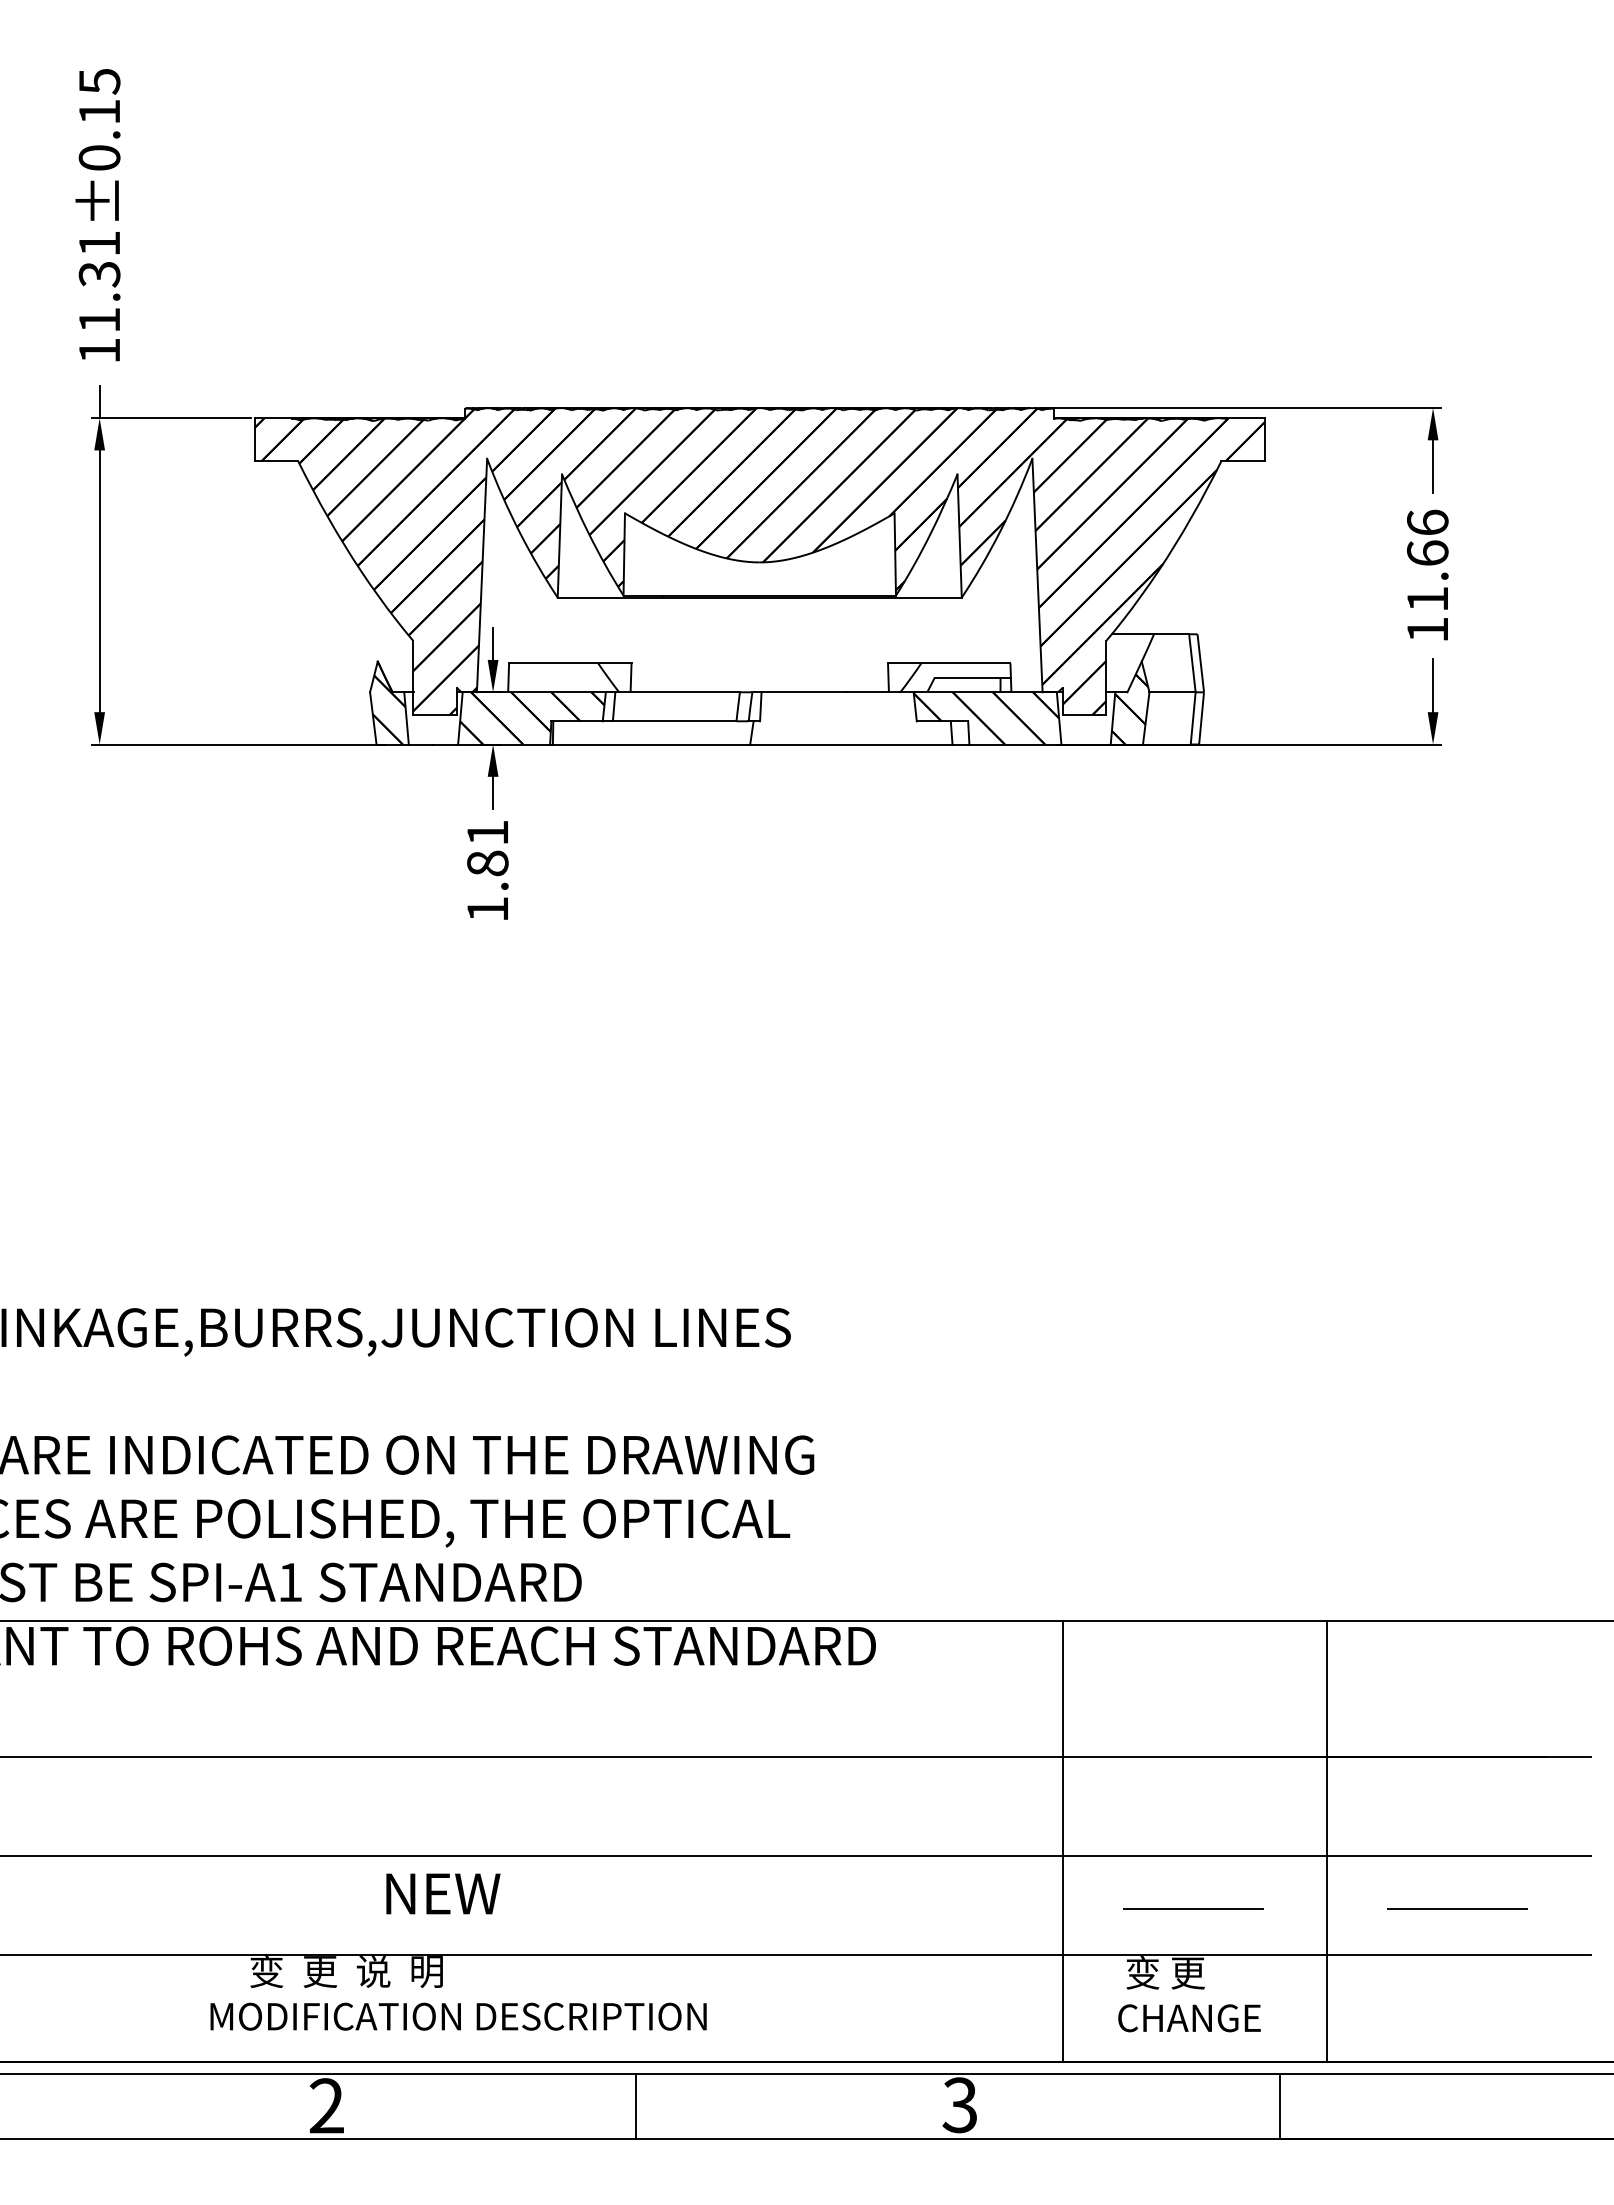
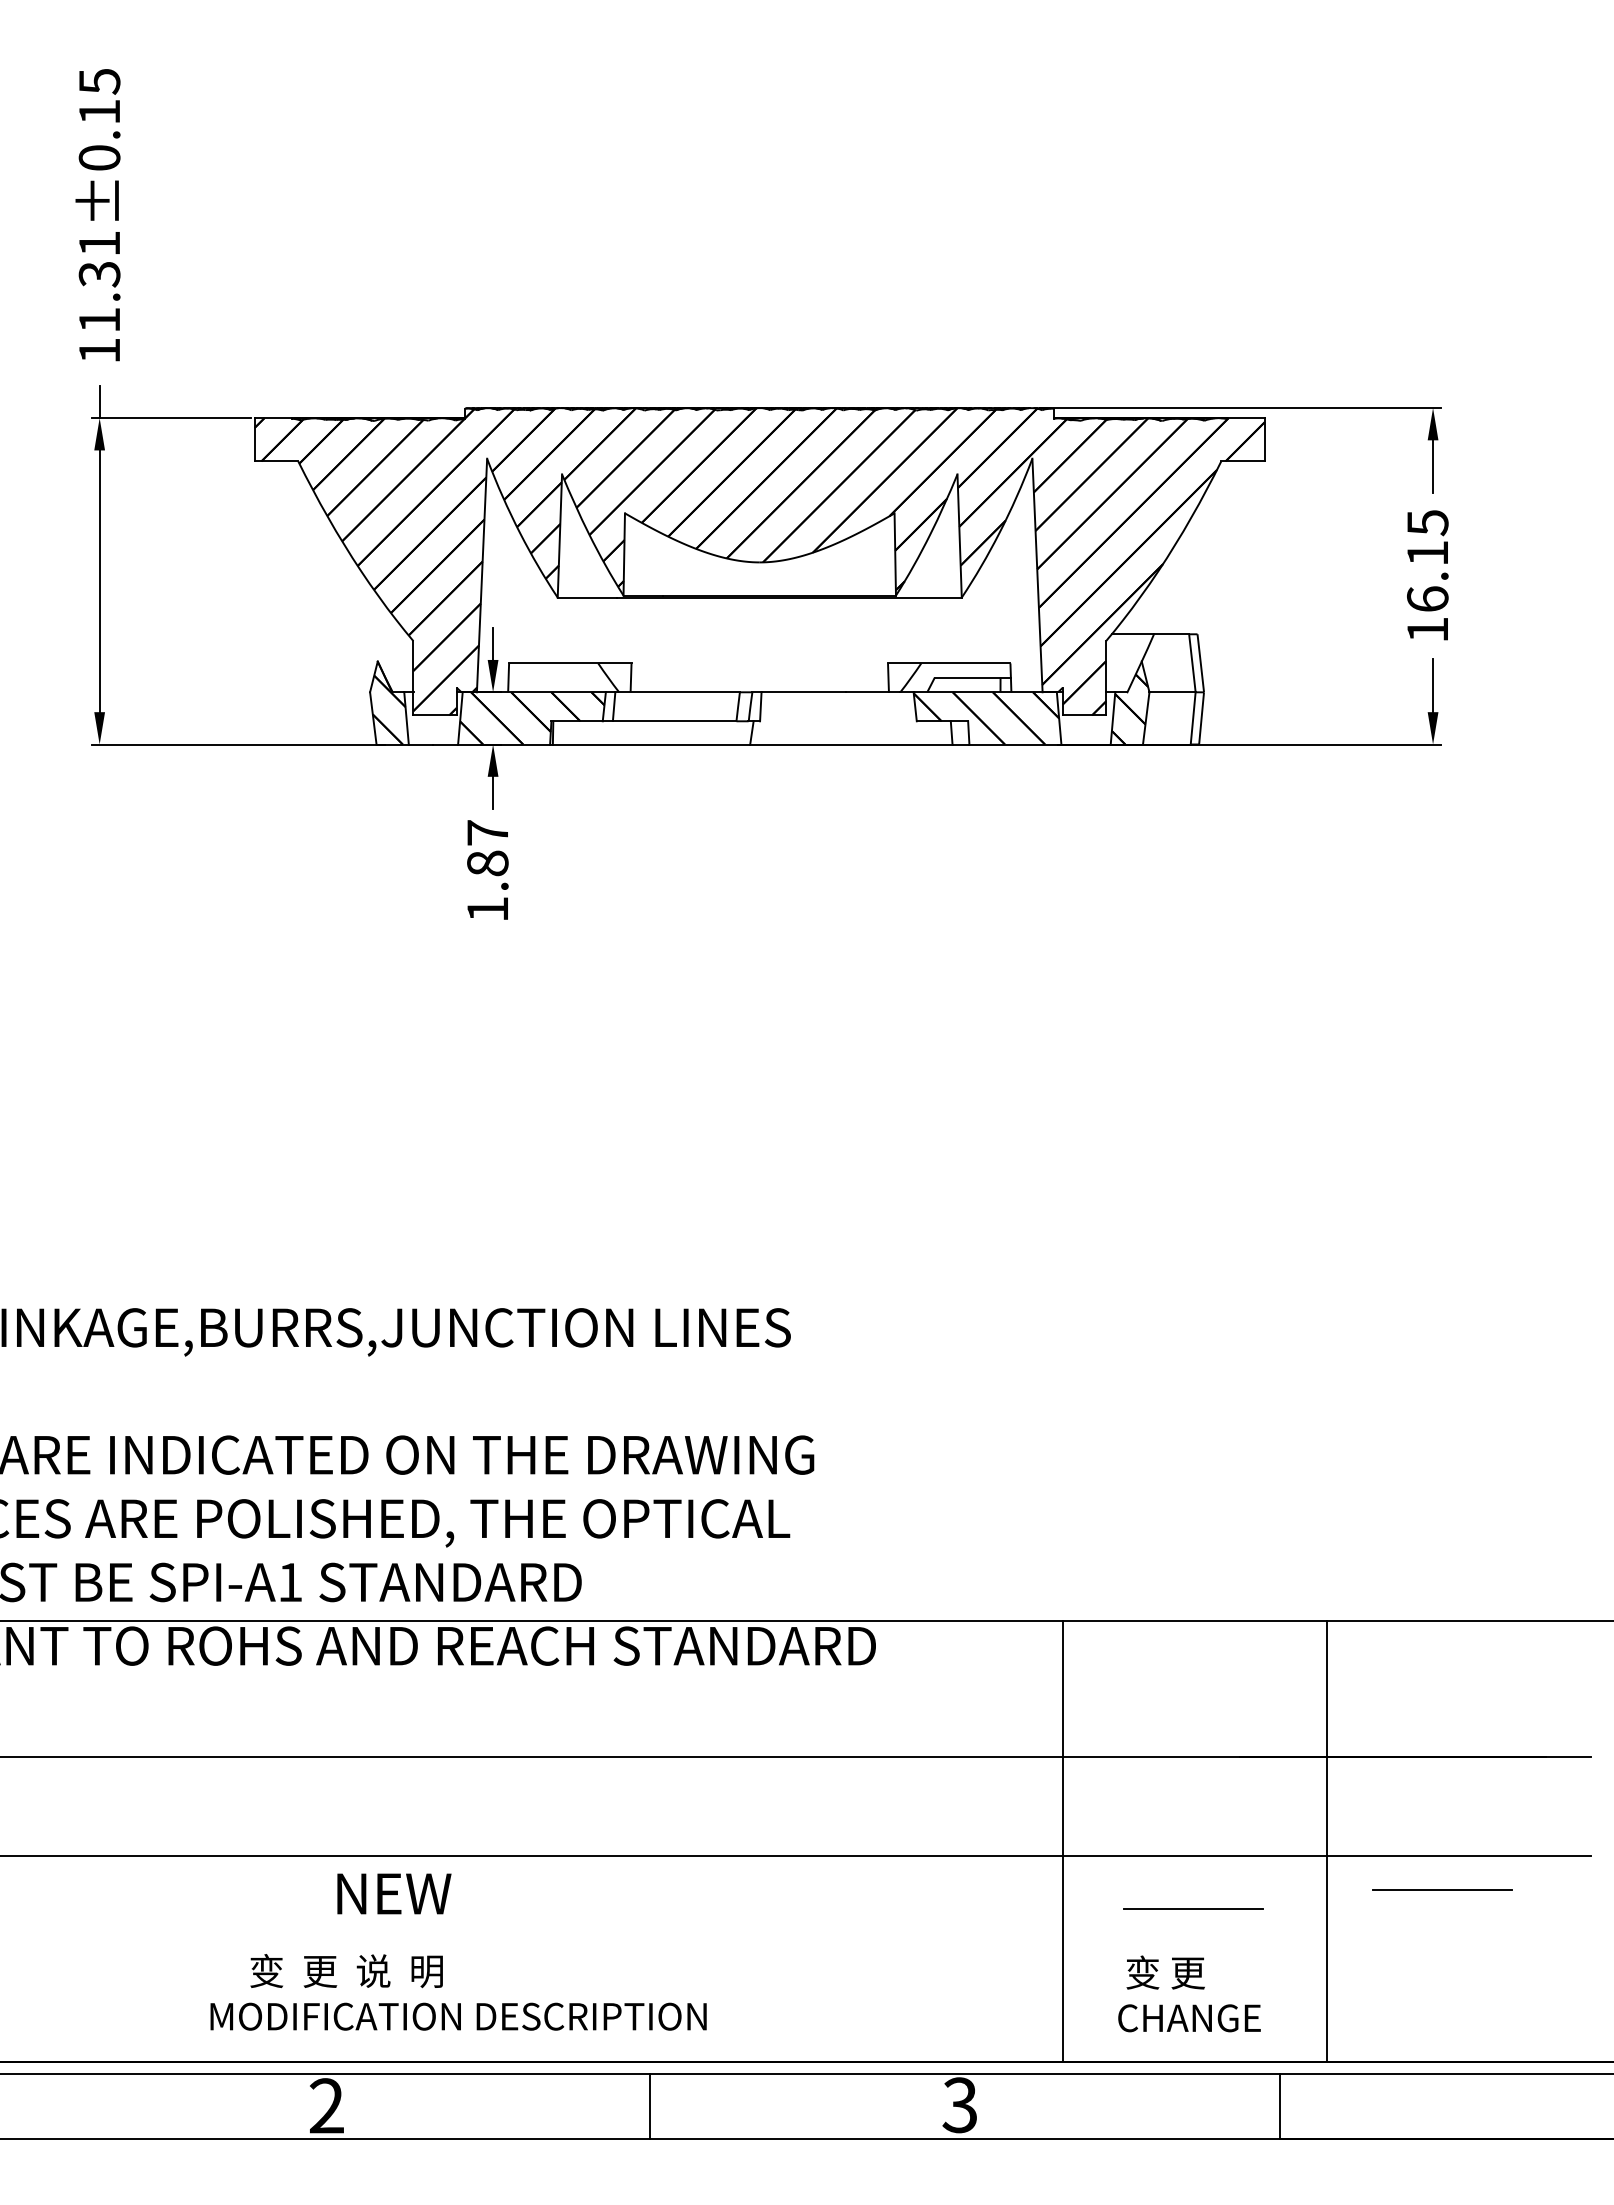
text at (1427, 560): 11.66 -> 16.15
text at (487, 832): 1.81 -> 1.87
text at (443, 1893) position: (443, 1893) -> (394, 1893)
line at (1457, 1908) position: (1457, 1908) -> (1442, 1889)
line at (796, 1954): present -> none
line at (635, 2106) position: (635, 2106) -> (649, 2106)
